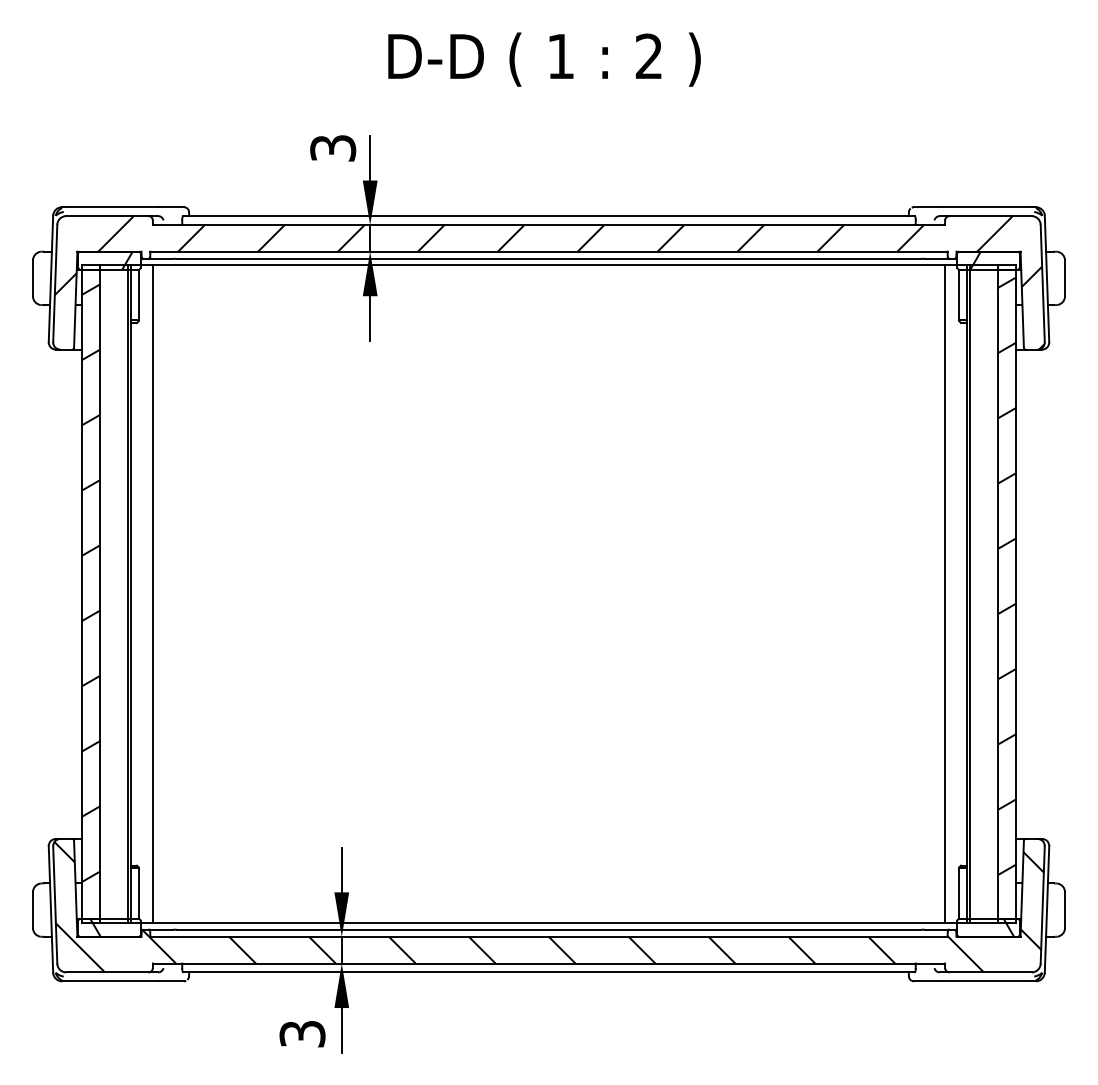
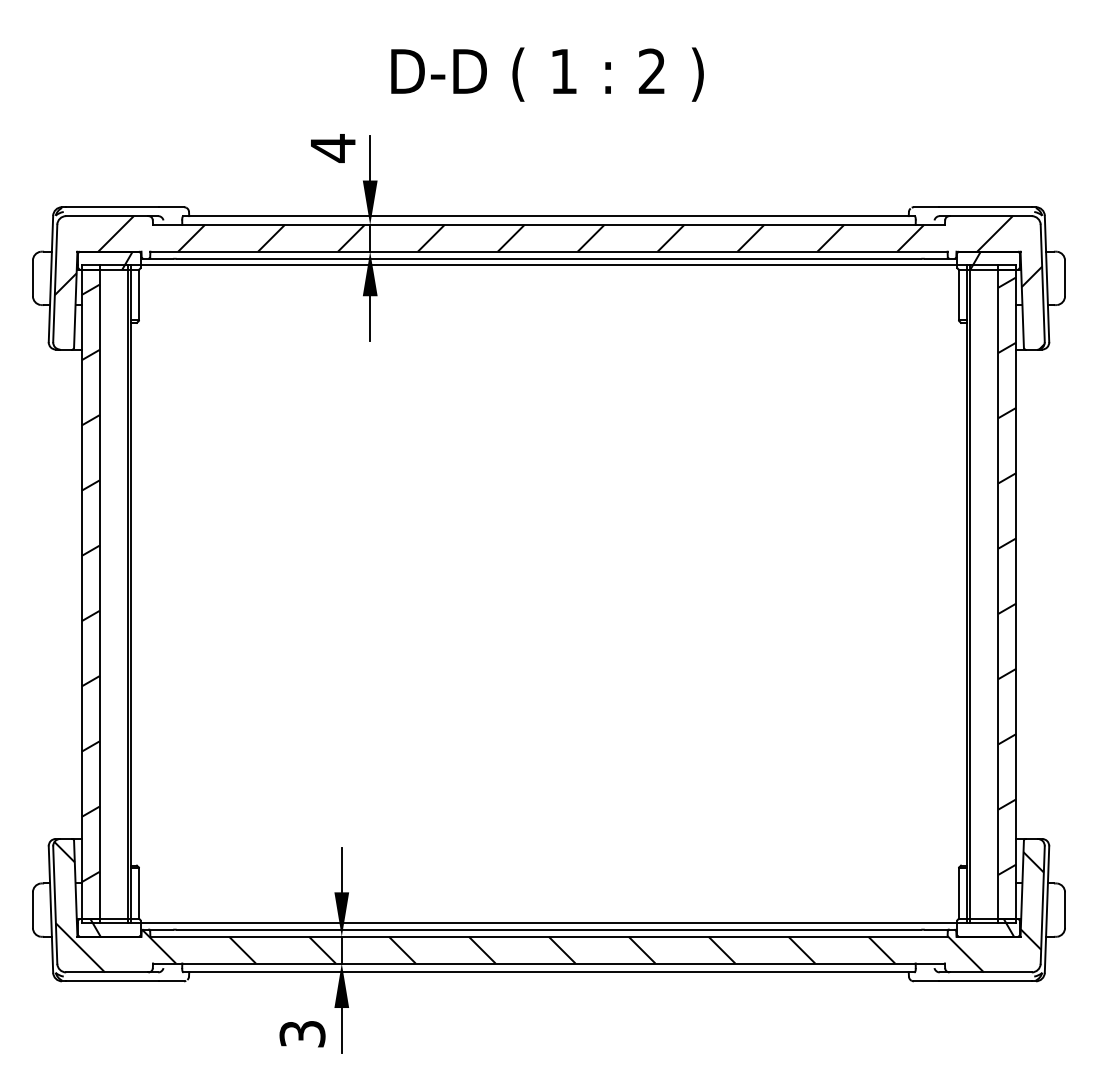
text at (544, 59) position: (544, 59) -> (547, 74)
text at (333, 148): 3 -> 4
line at (153, 594): present -> none
line at (944, 594): present -> none
